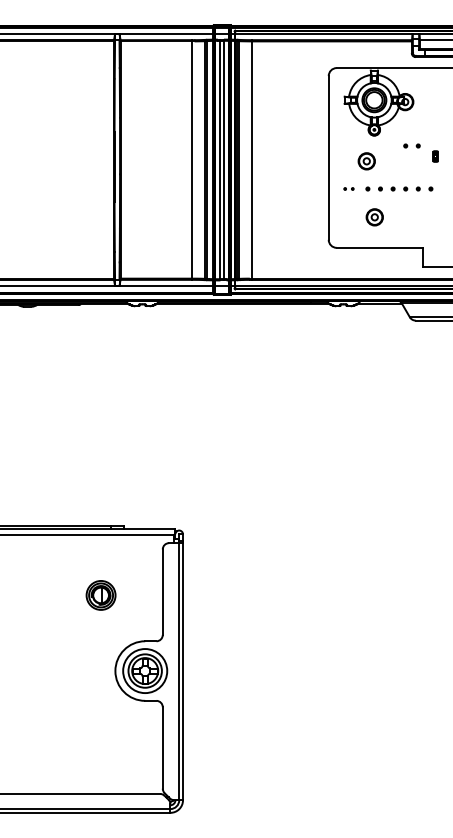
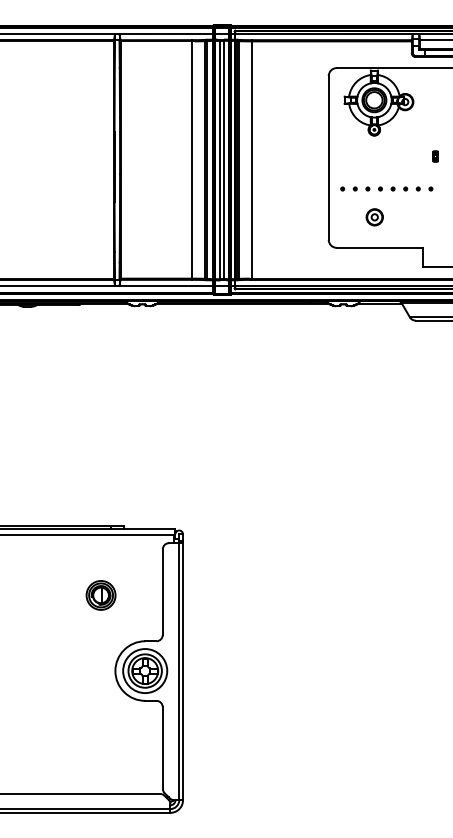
part at (411, 145): present -> none
part at (366, 161): present -> none
part at (348, 188) size: 12x4 px -> 18x6 px
